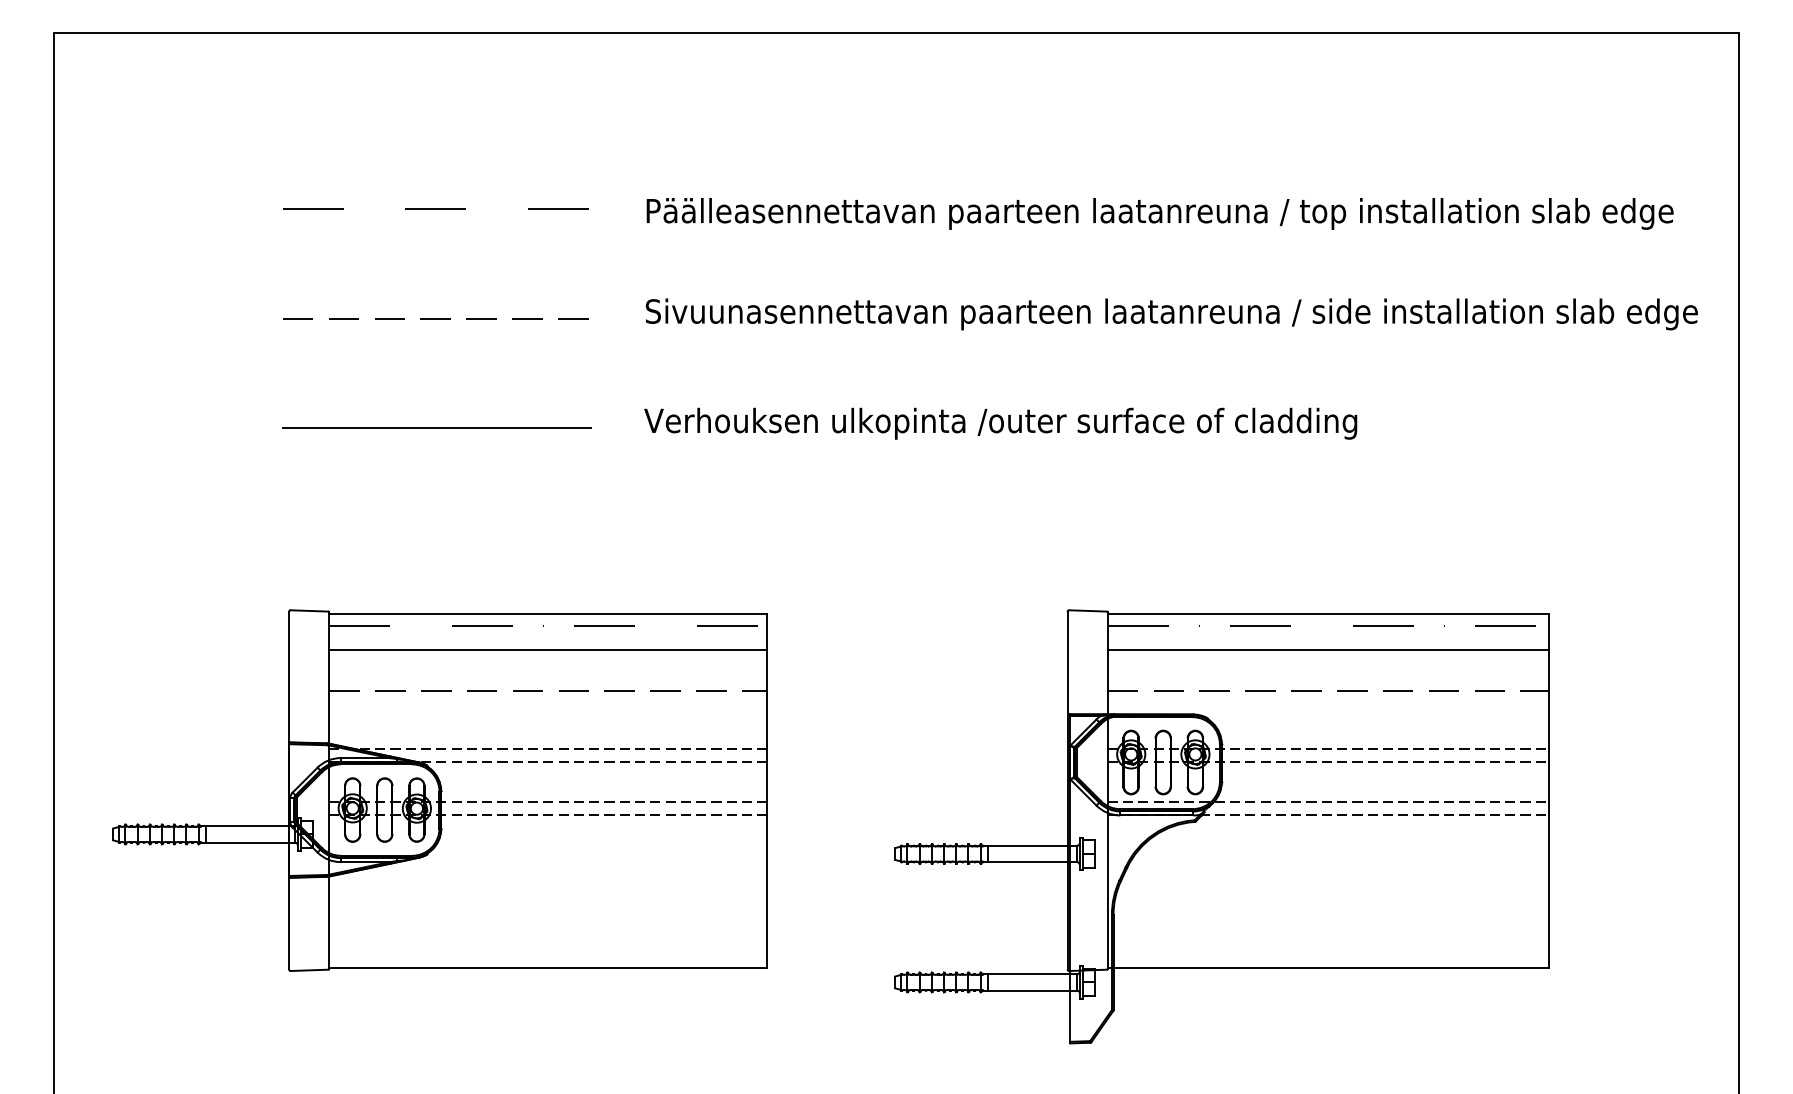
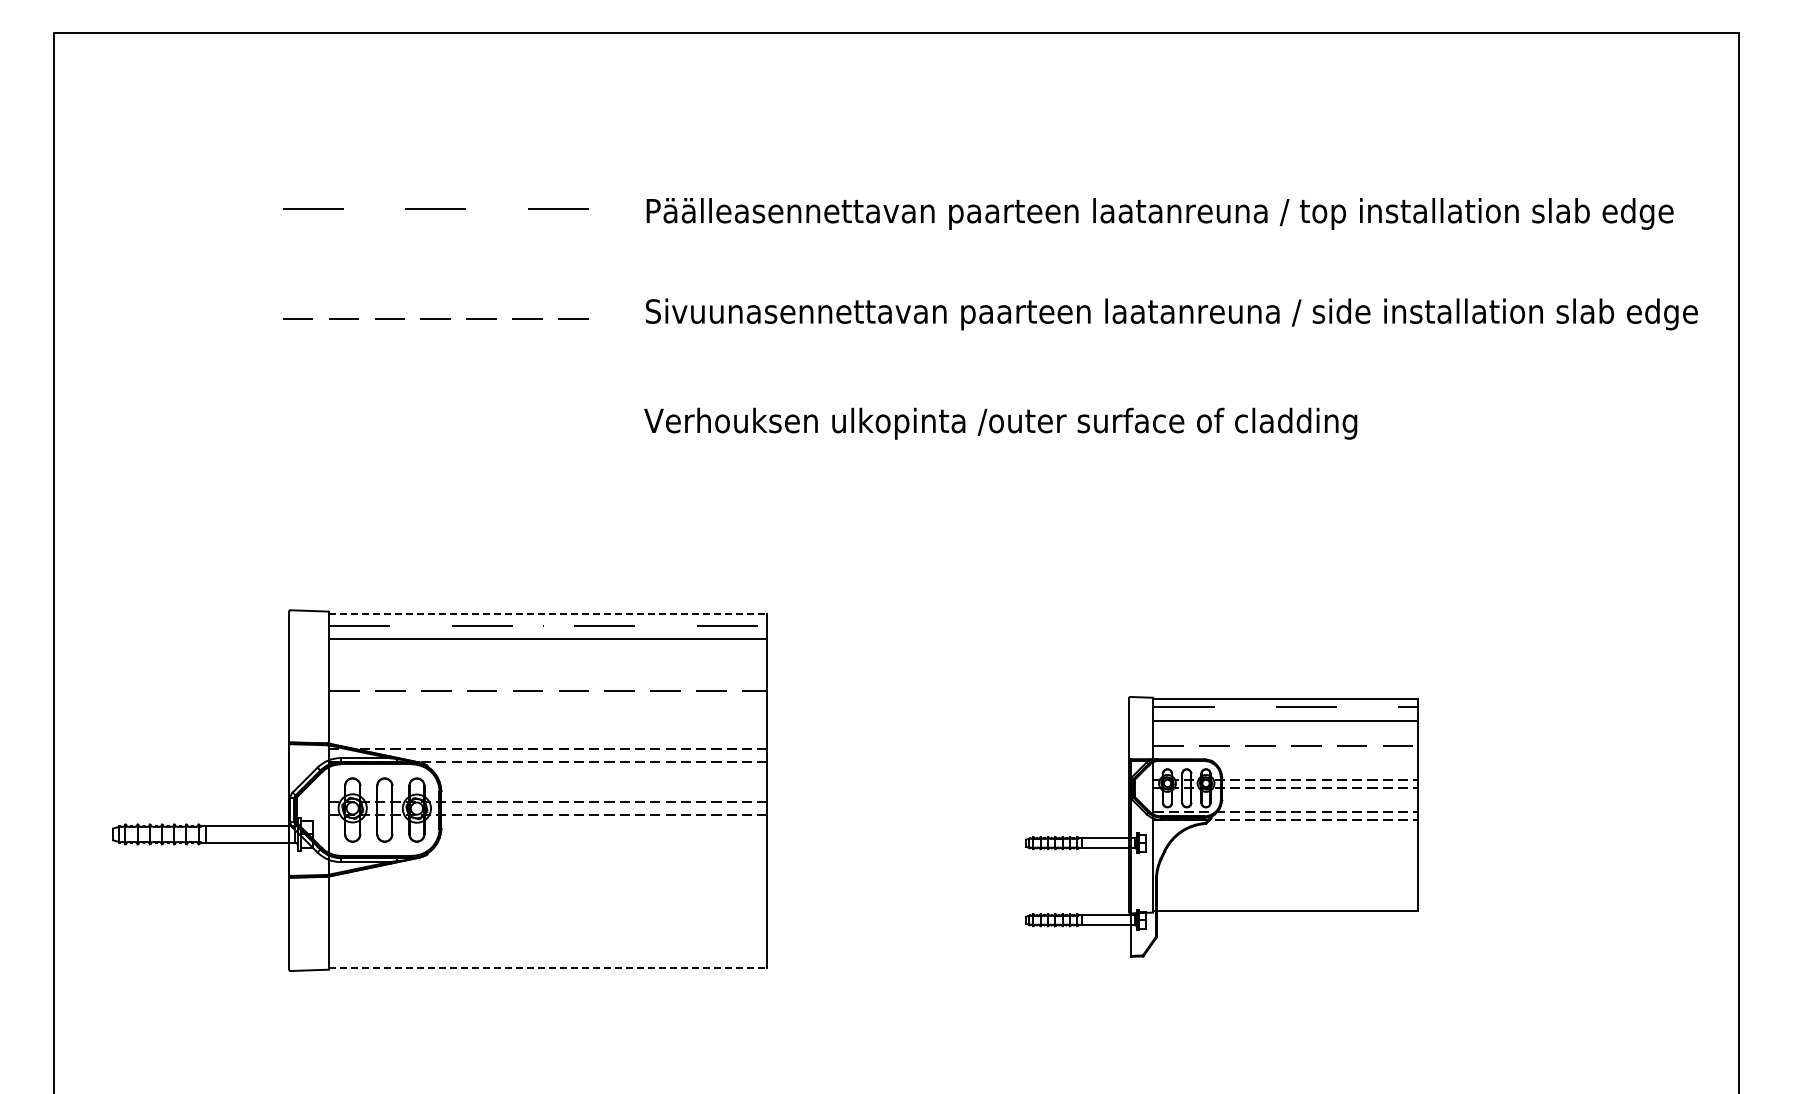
line at (436, 427): present -> none
line at (547, 614): solid -> dashed
line at (547, 649) position: (547, 649) -> (547, 638)
part at (1221, 826) size: 656x436 px -> 395x262 px
line at (547, 967): solid -> dashed
